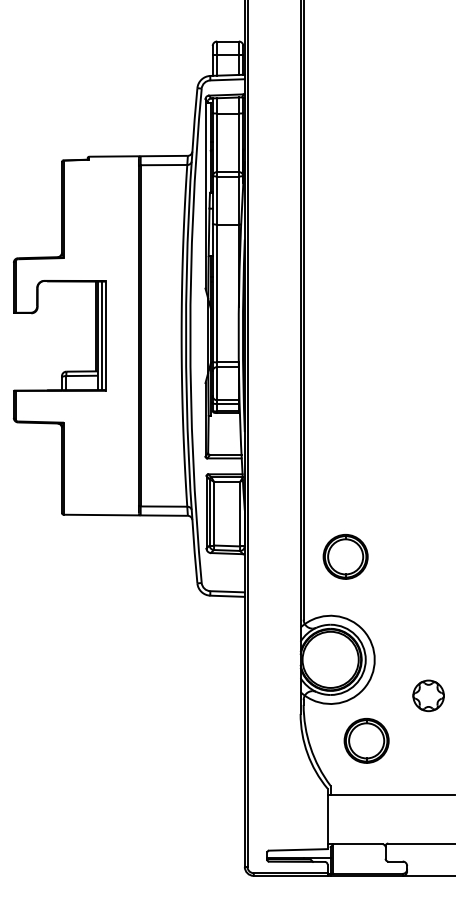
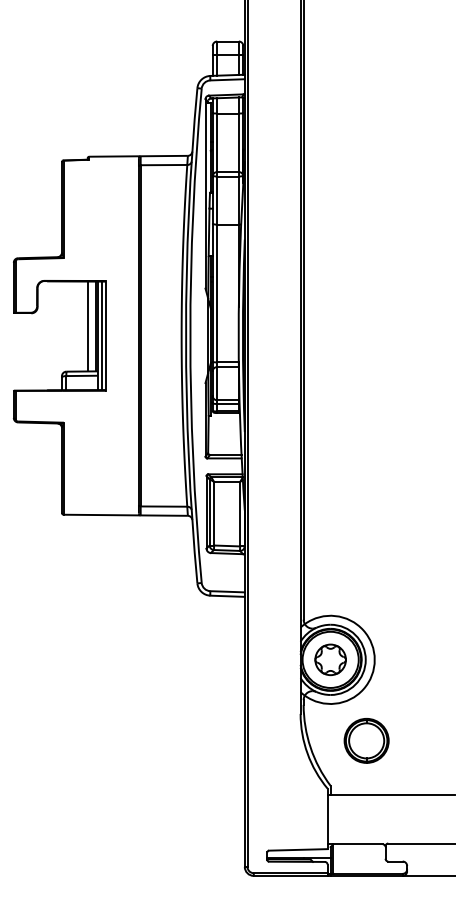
line at (87, 326): none -> present
part at (345, 556): present -> none
part at (428, 695) position: (428, 695) -> (330, 659)
